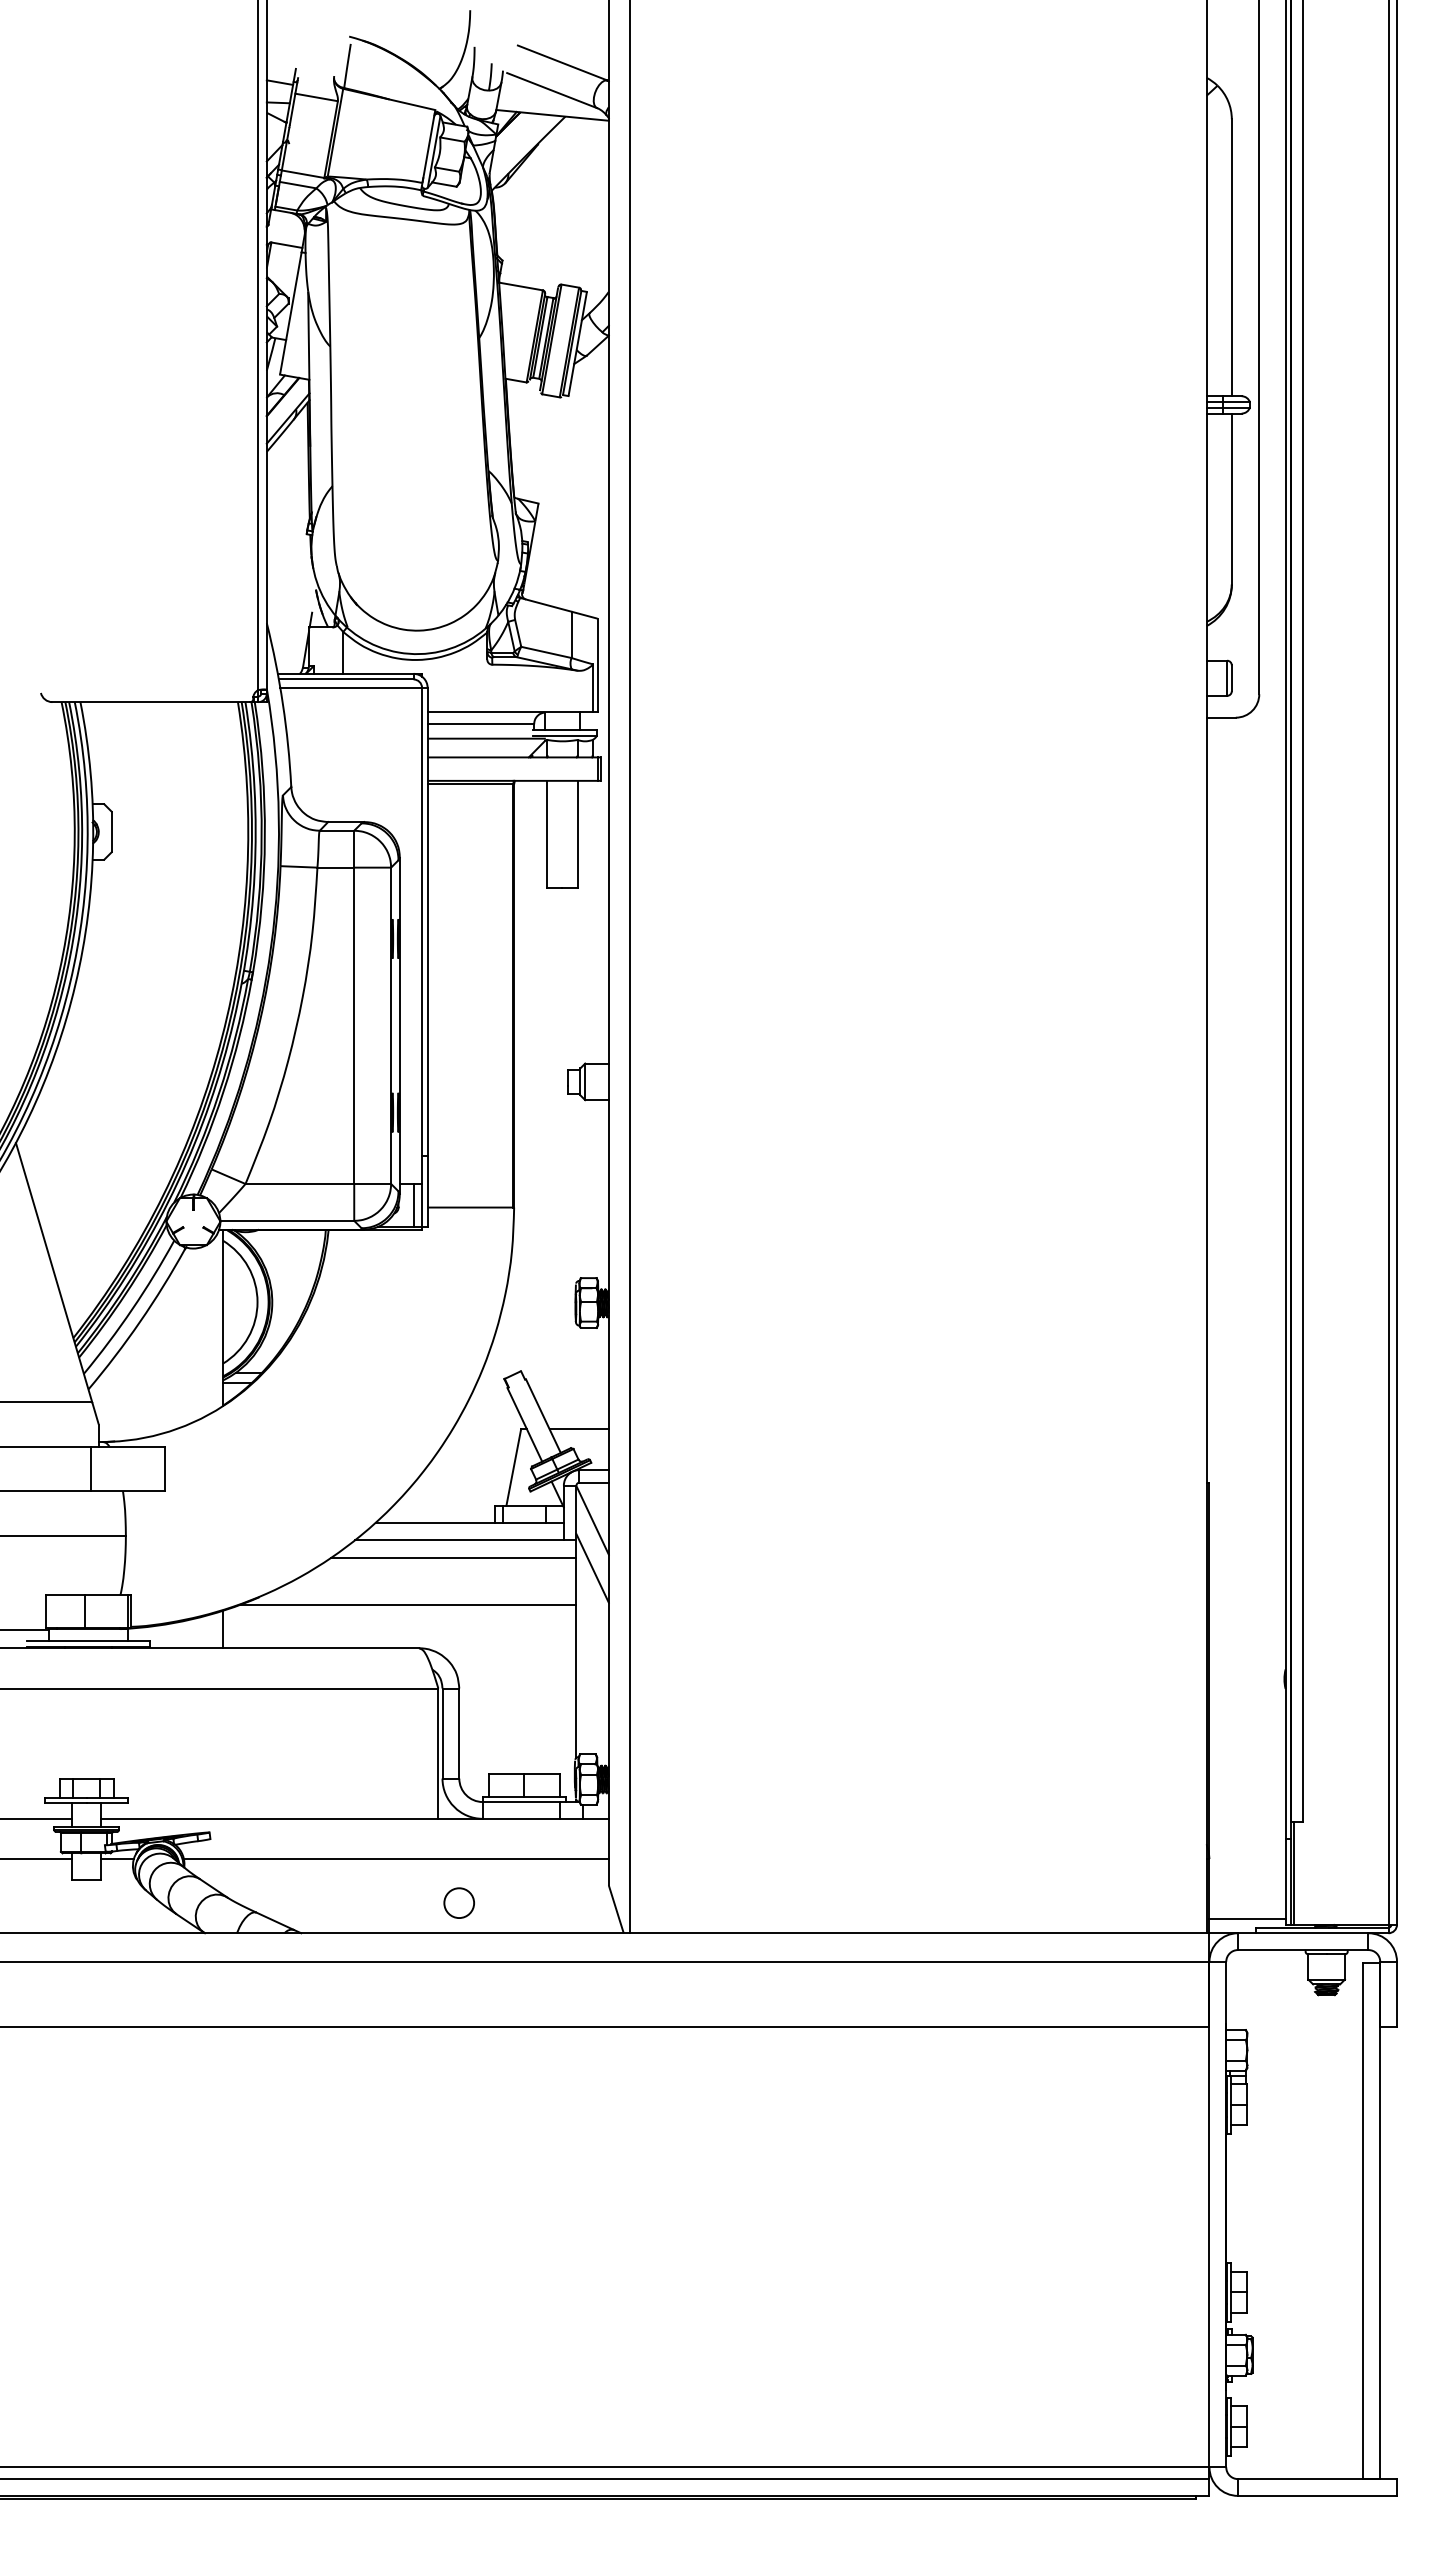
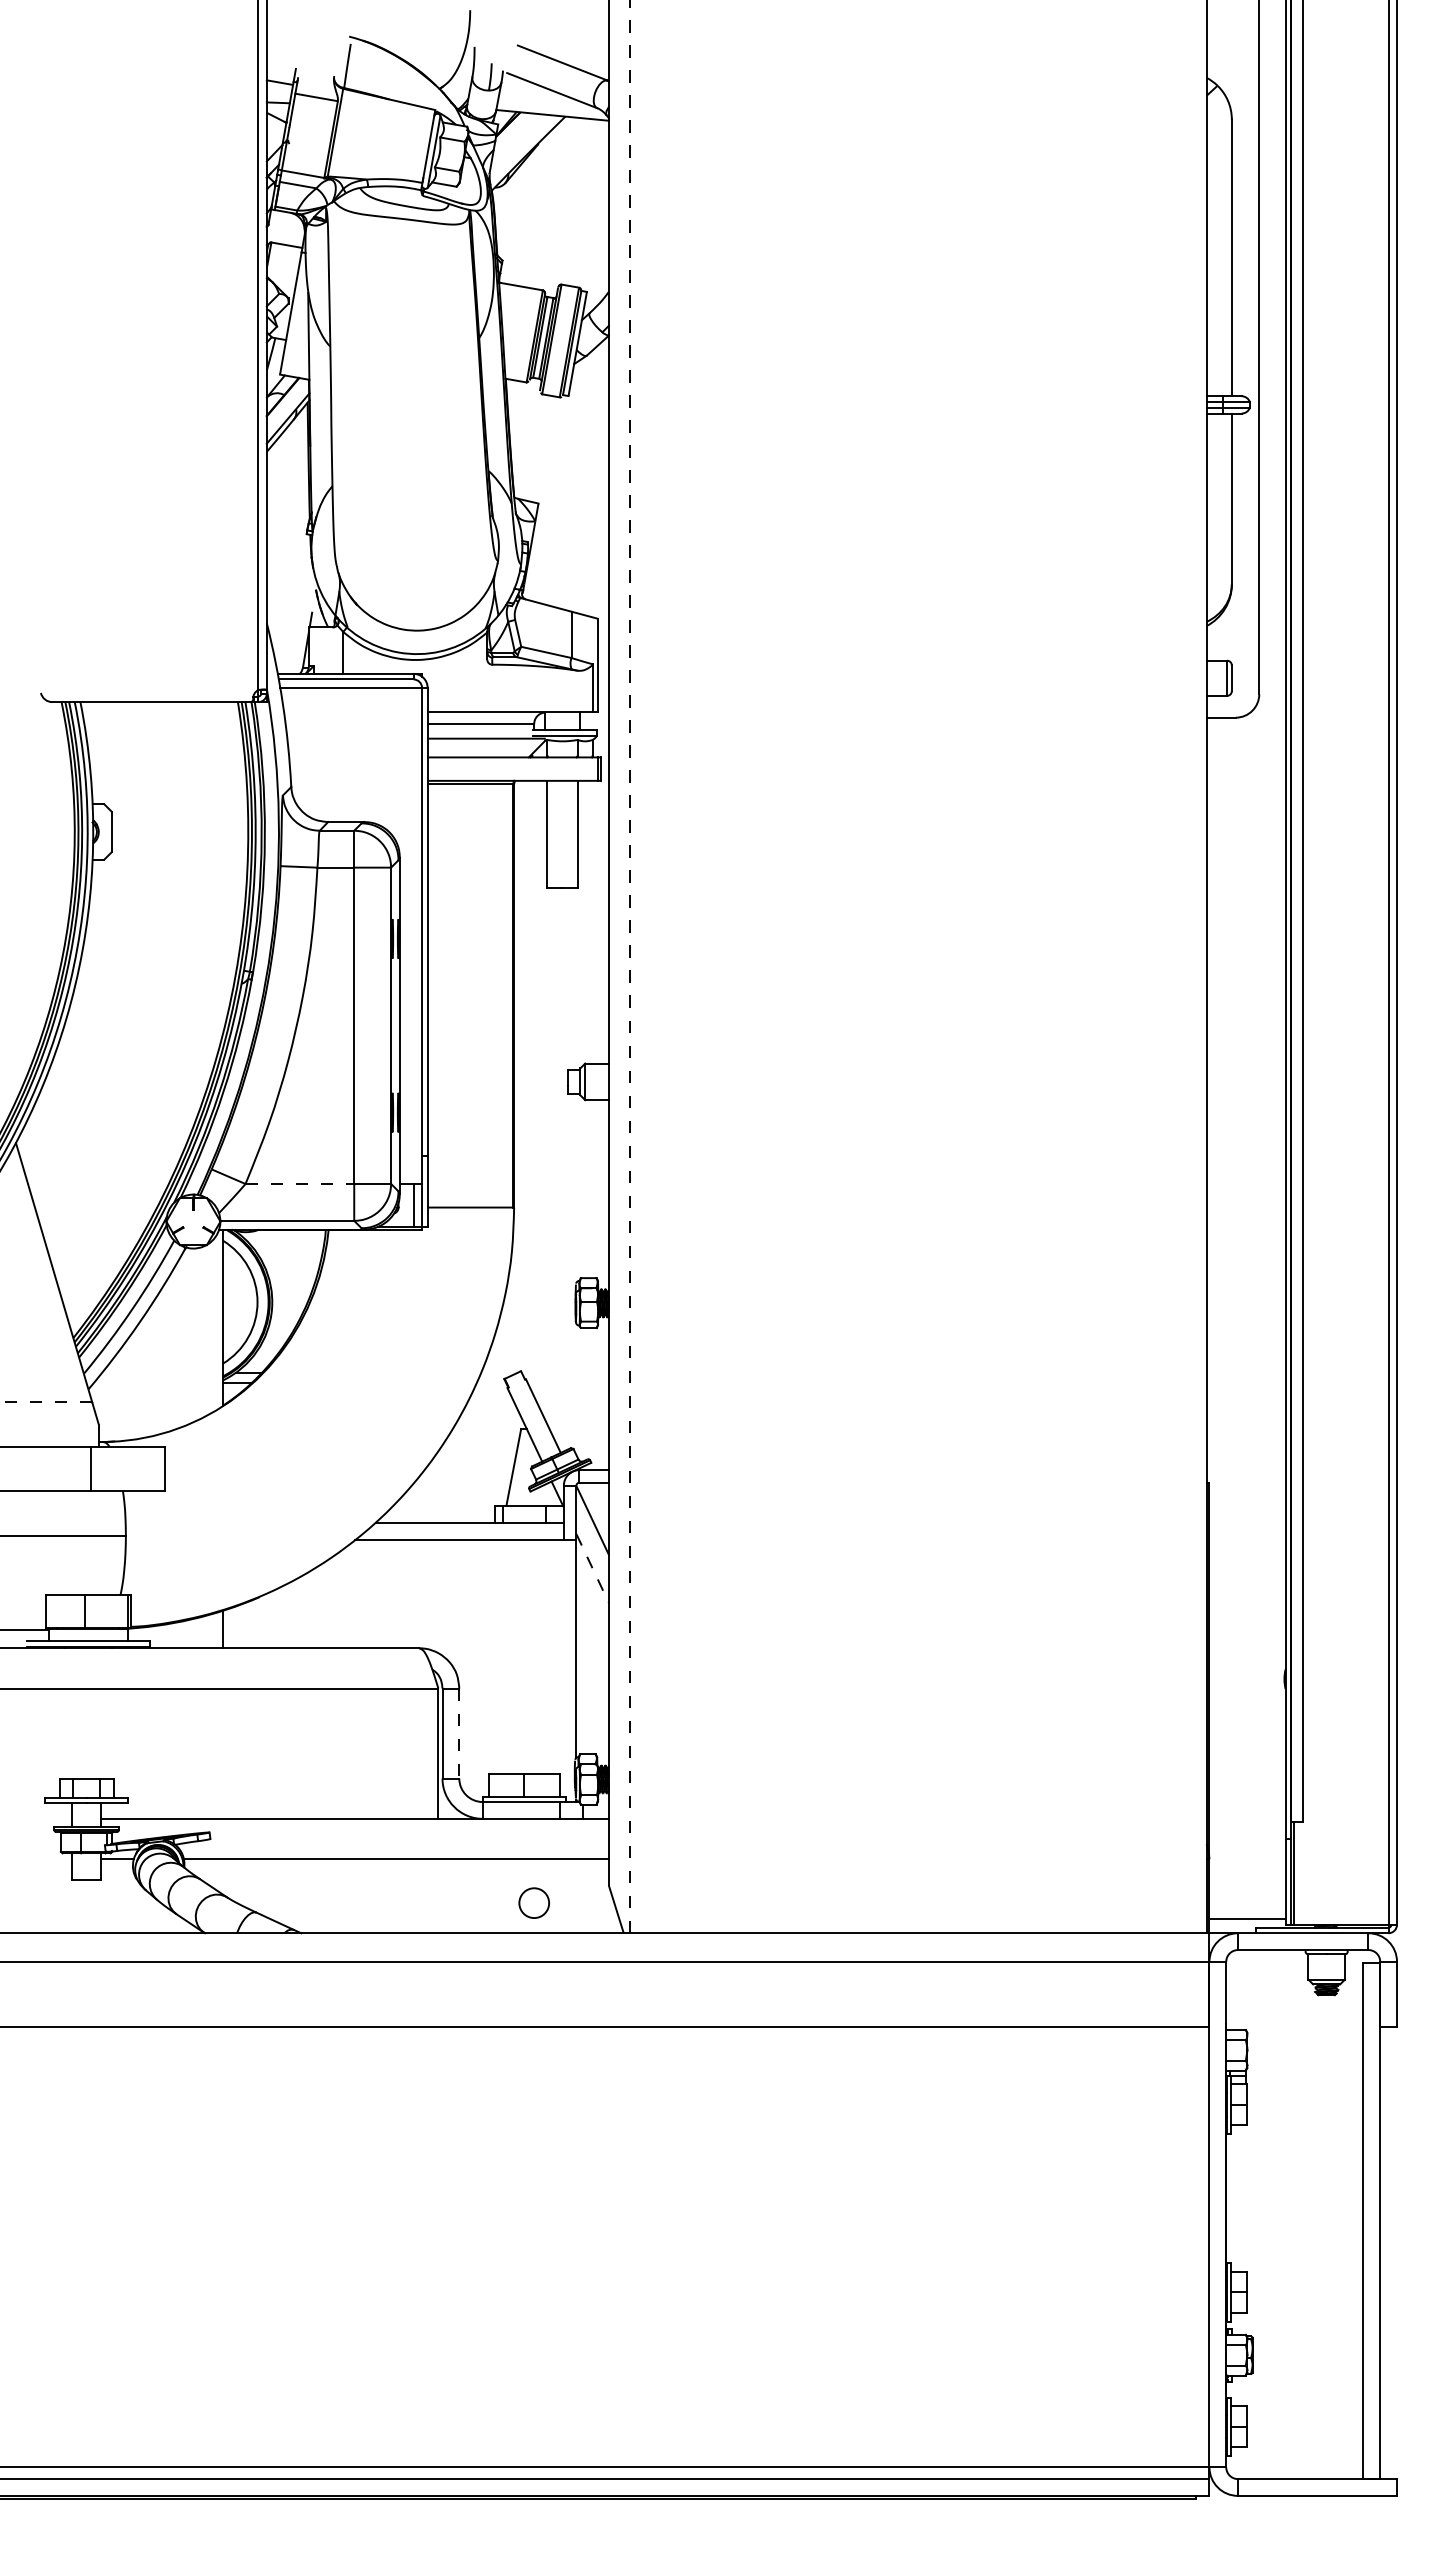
line at (630, 966): solid -> dashed
line at (300, 1183): solid -> dashed
line at (46, 1402): solid -> dashed
line at (578, 1429): present -> none
line at (453, 1557): present -> none
line at (592, 1568): solid -> dashed
line at (408, 1604): present -> none
line at (459, 1734): solid -> dashed
line at (36, 1818): present -> none
line at (36, 1859): present -> none
circle at (458, 1902) position: (458, 1902) -> (533, 1902)
